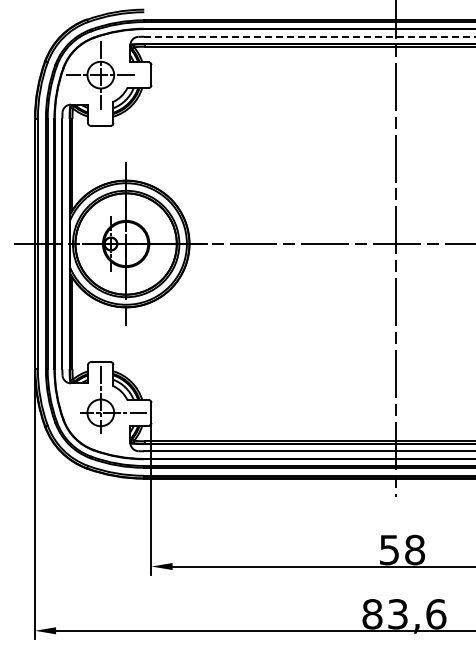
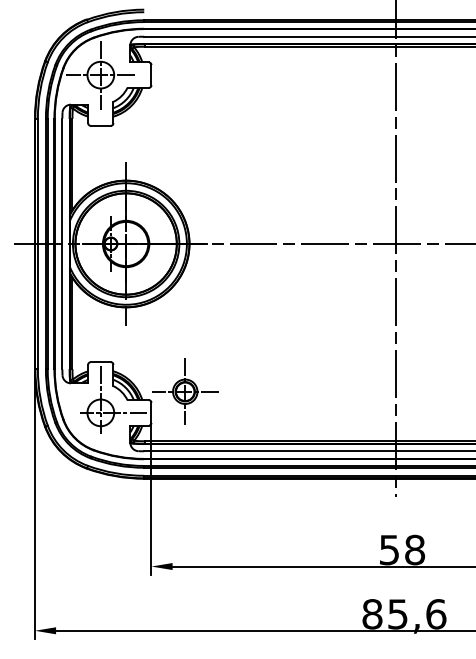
line at (309, 36): dashed -> solid
part at (185, 391): none -> present
text at (397, 613): 83,6 -> 85,6
